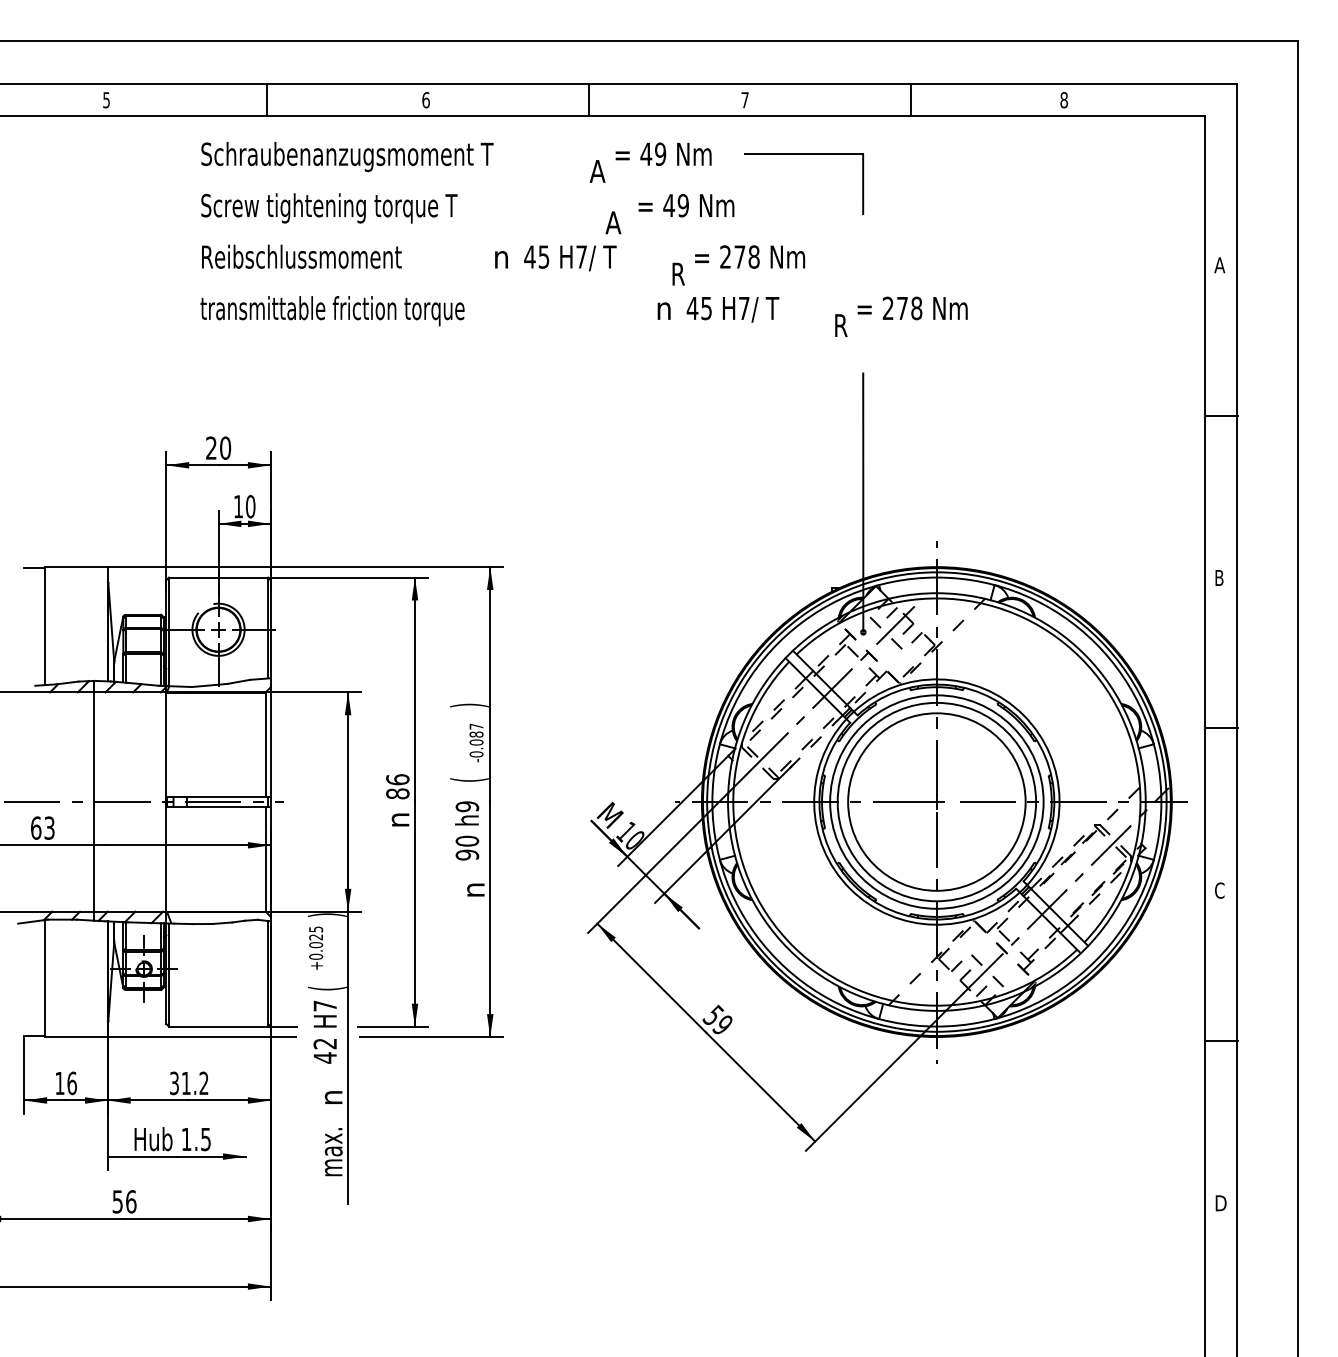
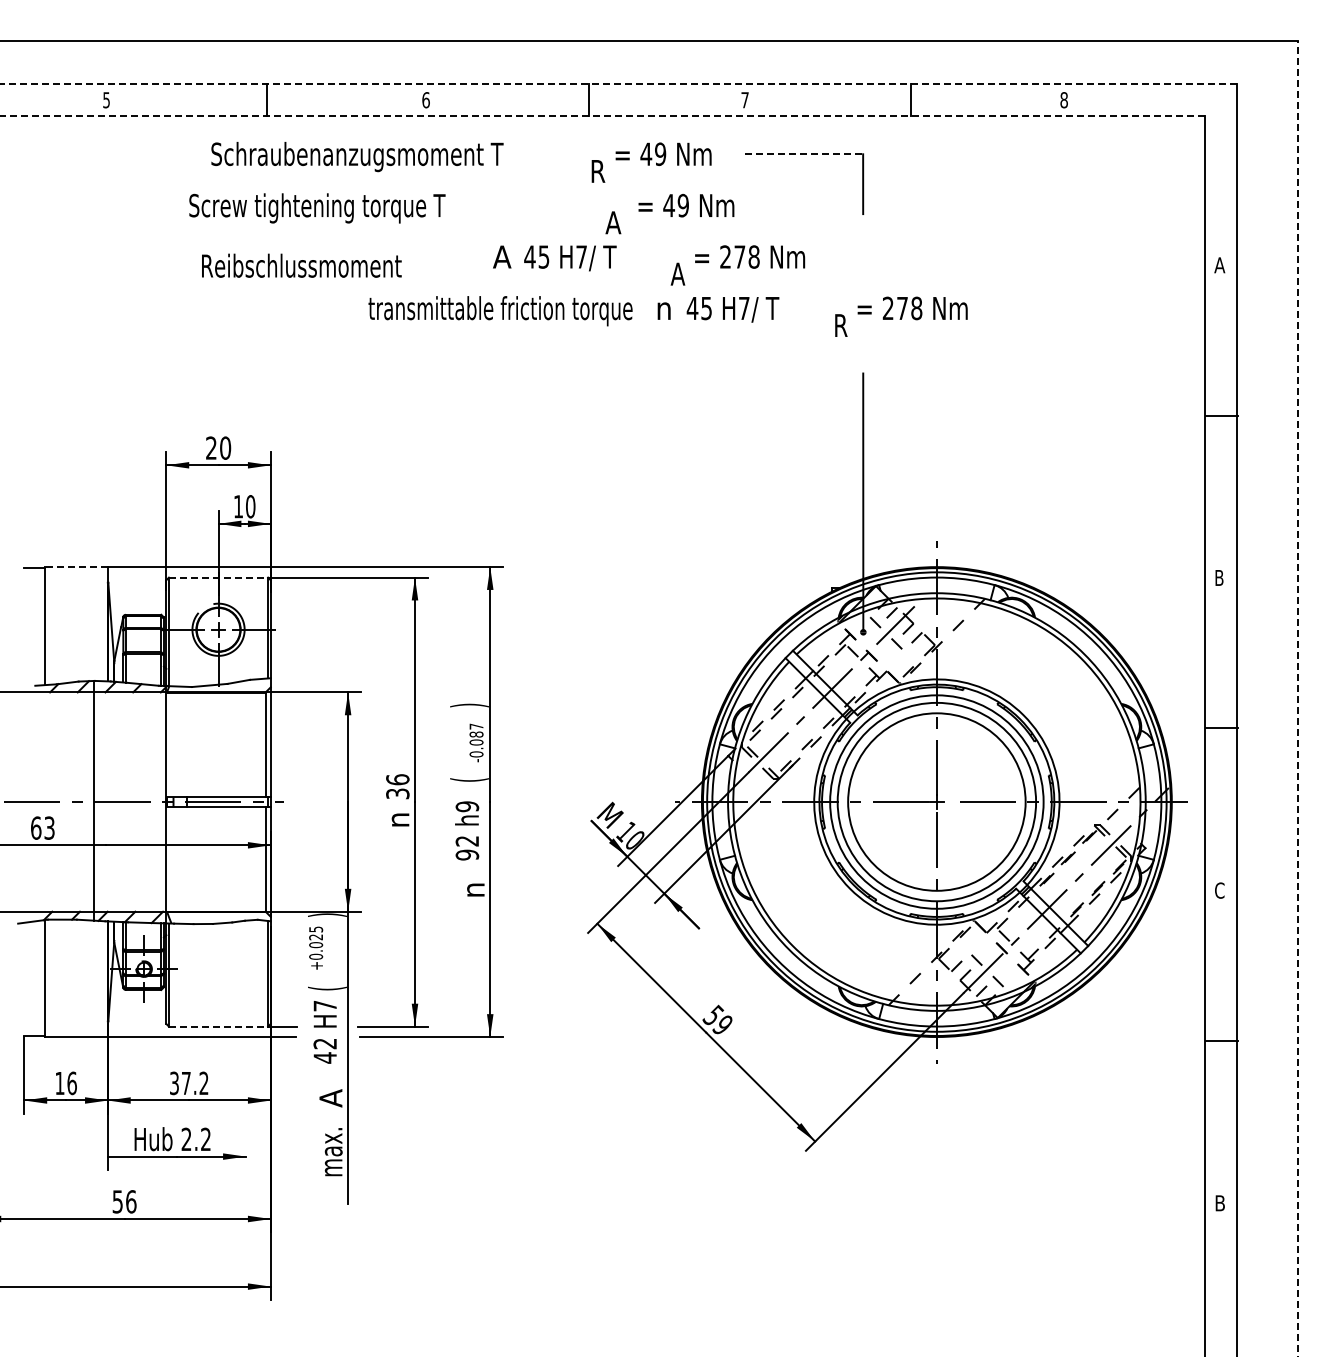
line at (618, 83): solid -> dashed
line at (602, 115): solid -> dashed
line at (804, 154): solid -> dashed
text at (347, 157) position: (347, 157) -> (357, 157)
text at (597, 171): A -> R
text at (329, 208) position: (329, 208) -> (317, 208)
text at (301, 256) position: (301, 256) -> (301, 265)
text at (502, 256): n -> A
text at (677, 273): R -> A
text at (332, 311) position: (332, 311) -> (500, 311)
line at (76, 567): solid -> dashed
line at (218, 577): solid -> dashed
line at (1297, 698): solid -> dashed
text at (397, 793): 86 -> 36
text at (467, 840): 90 -> 92
line at (218, 1026): solid -> dashed
text at (186, 1083): 31.2 -> 37.2
text at (330, 1098): n -> A
text at (195, 1139): 1.5 -> 2.2
text at (1221, 1203): D -> B
